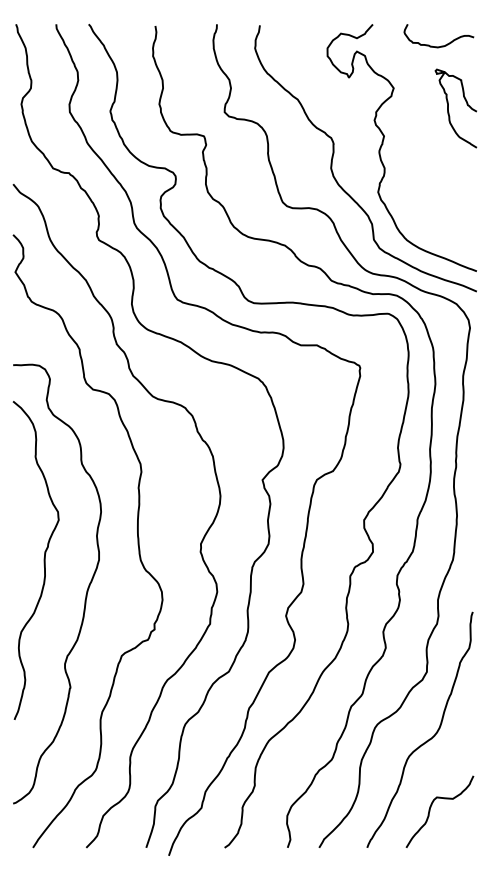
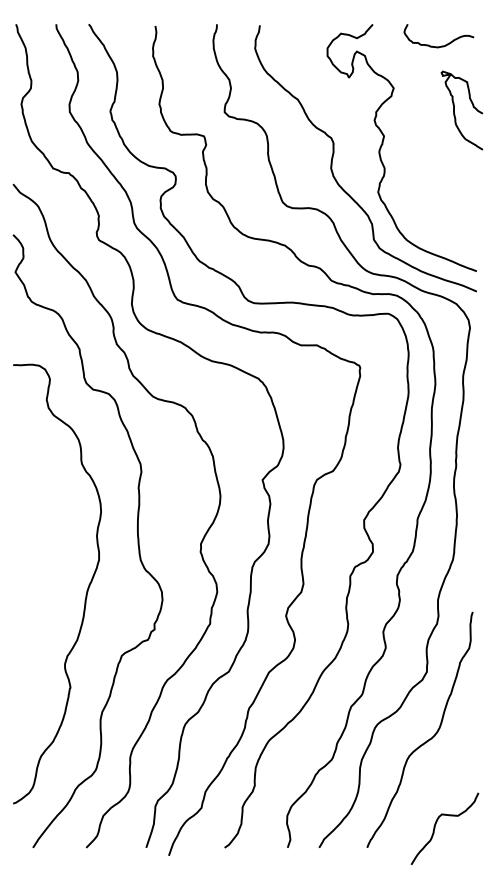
curve at (448, 108) position: (448, 108) -> (454, 110)
curve at (43, 560): present -> none
curve at (431, 807) position: (431, 807) -> (436, 824)
